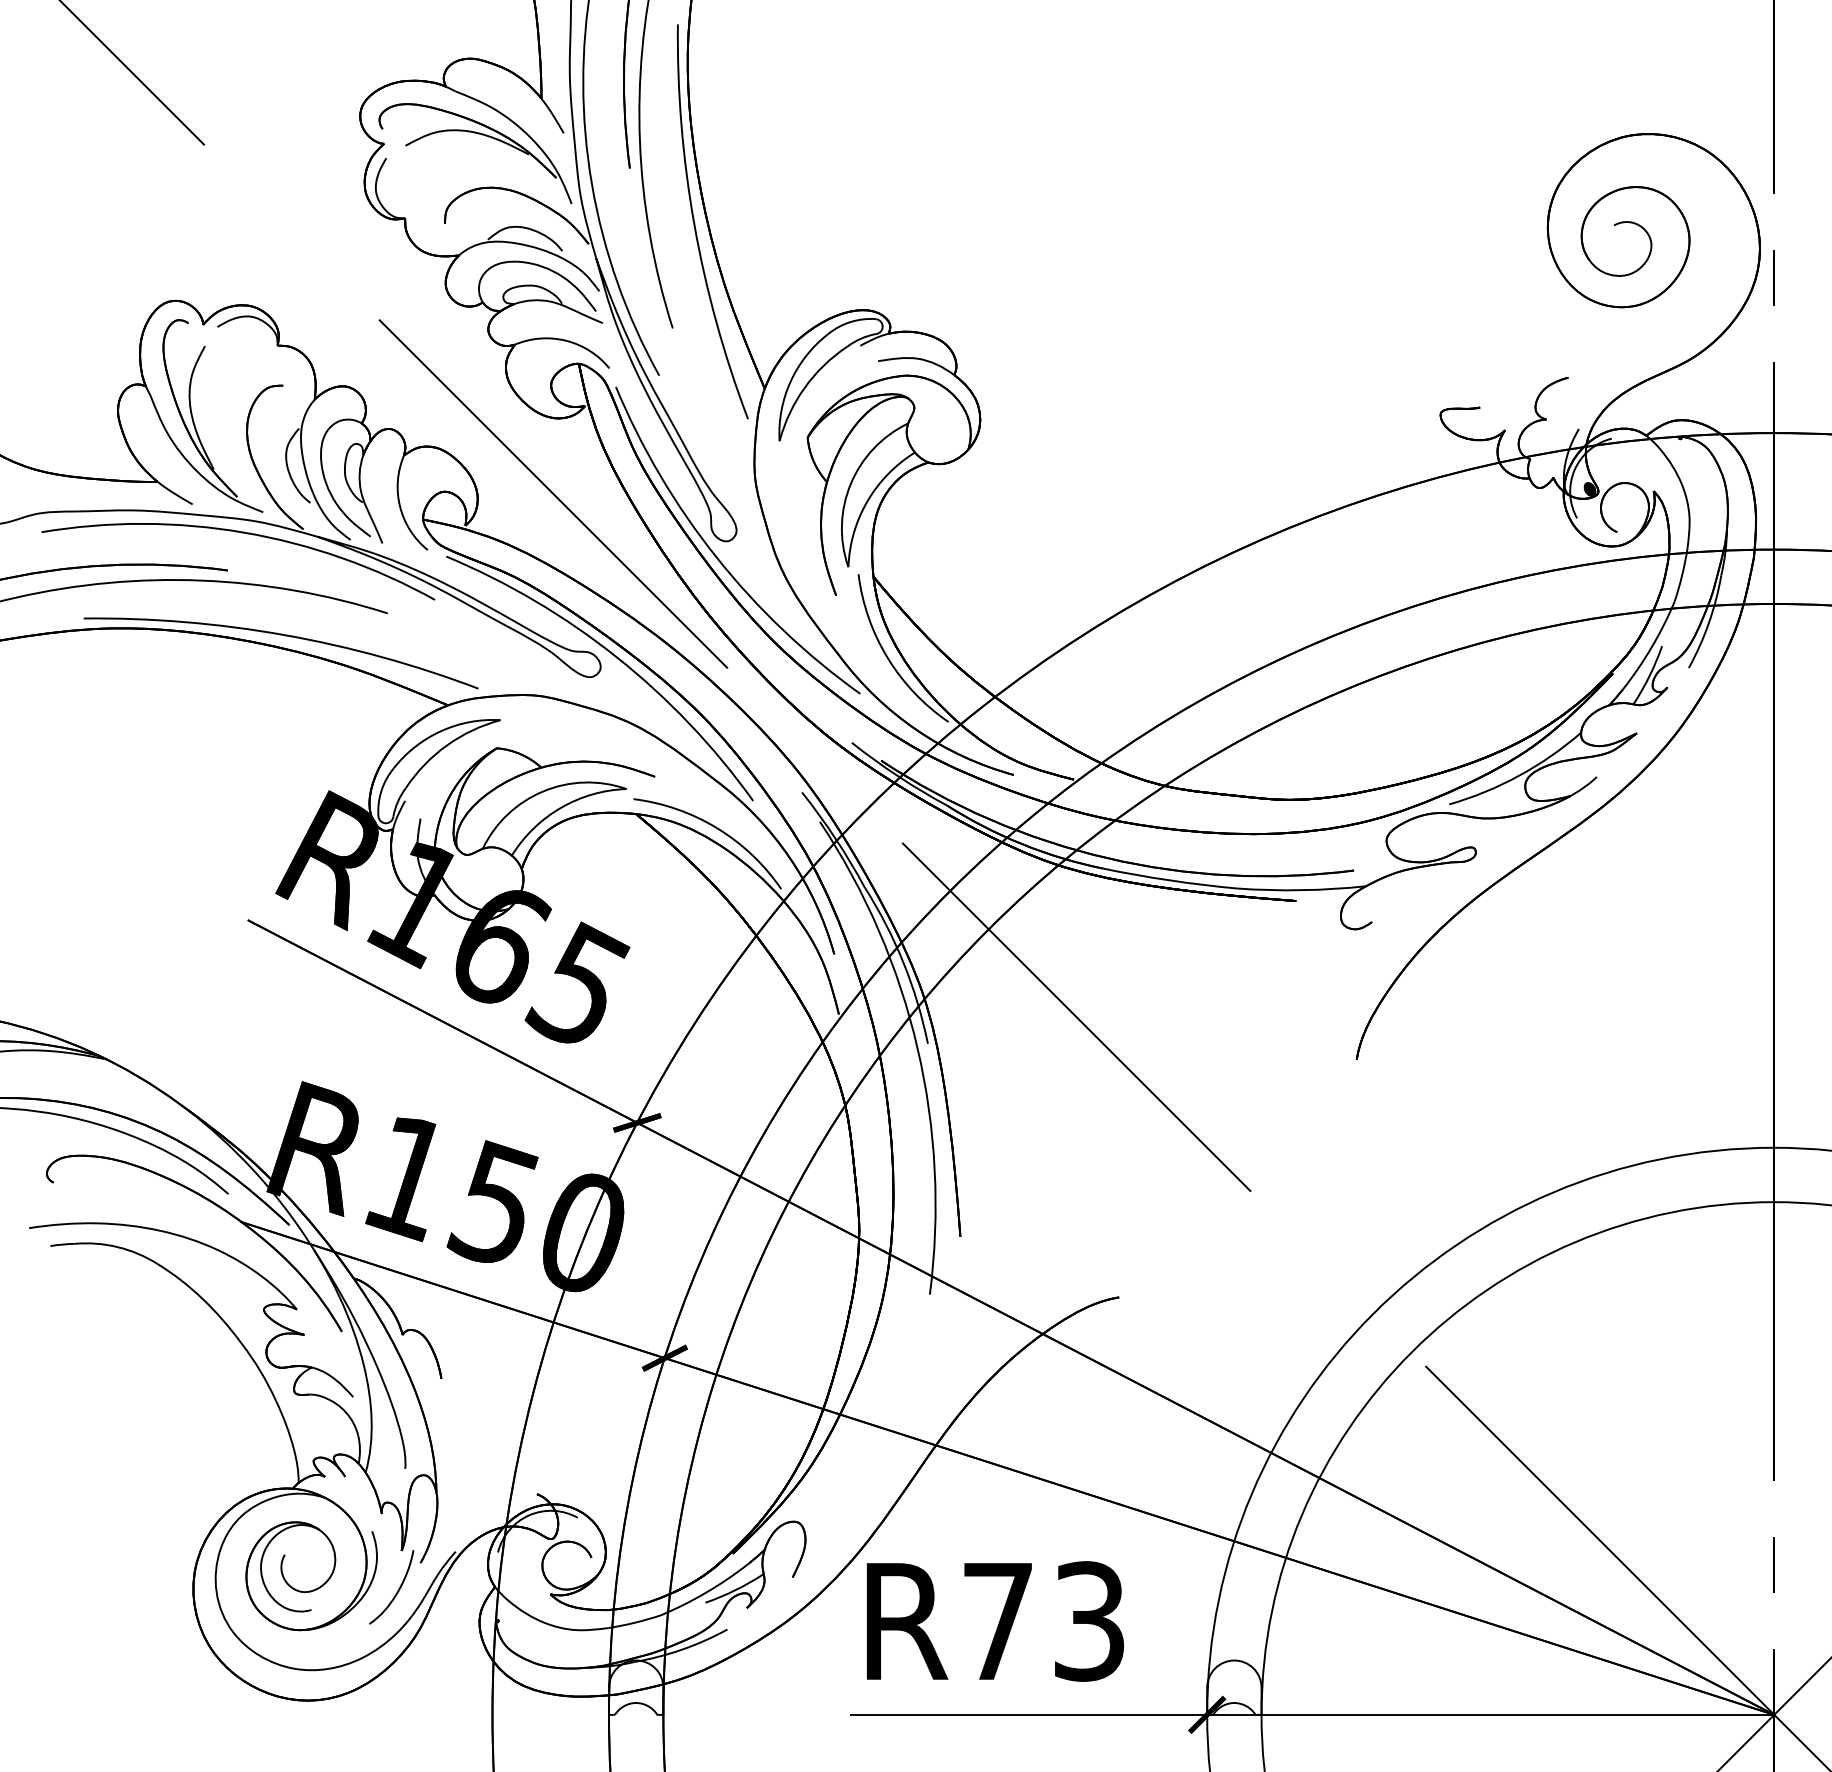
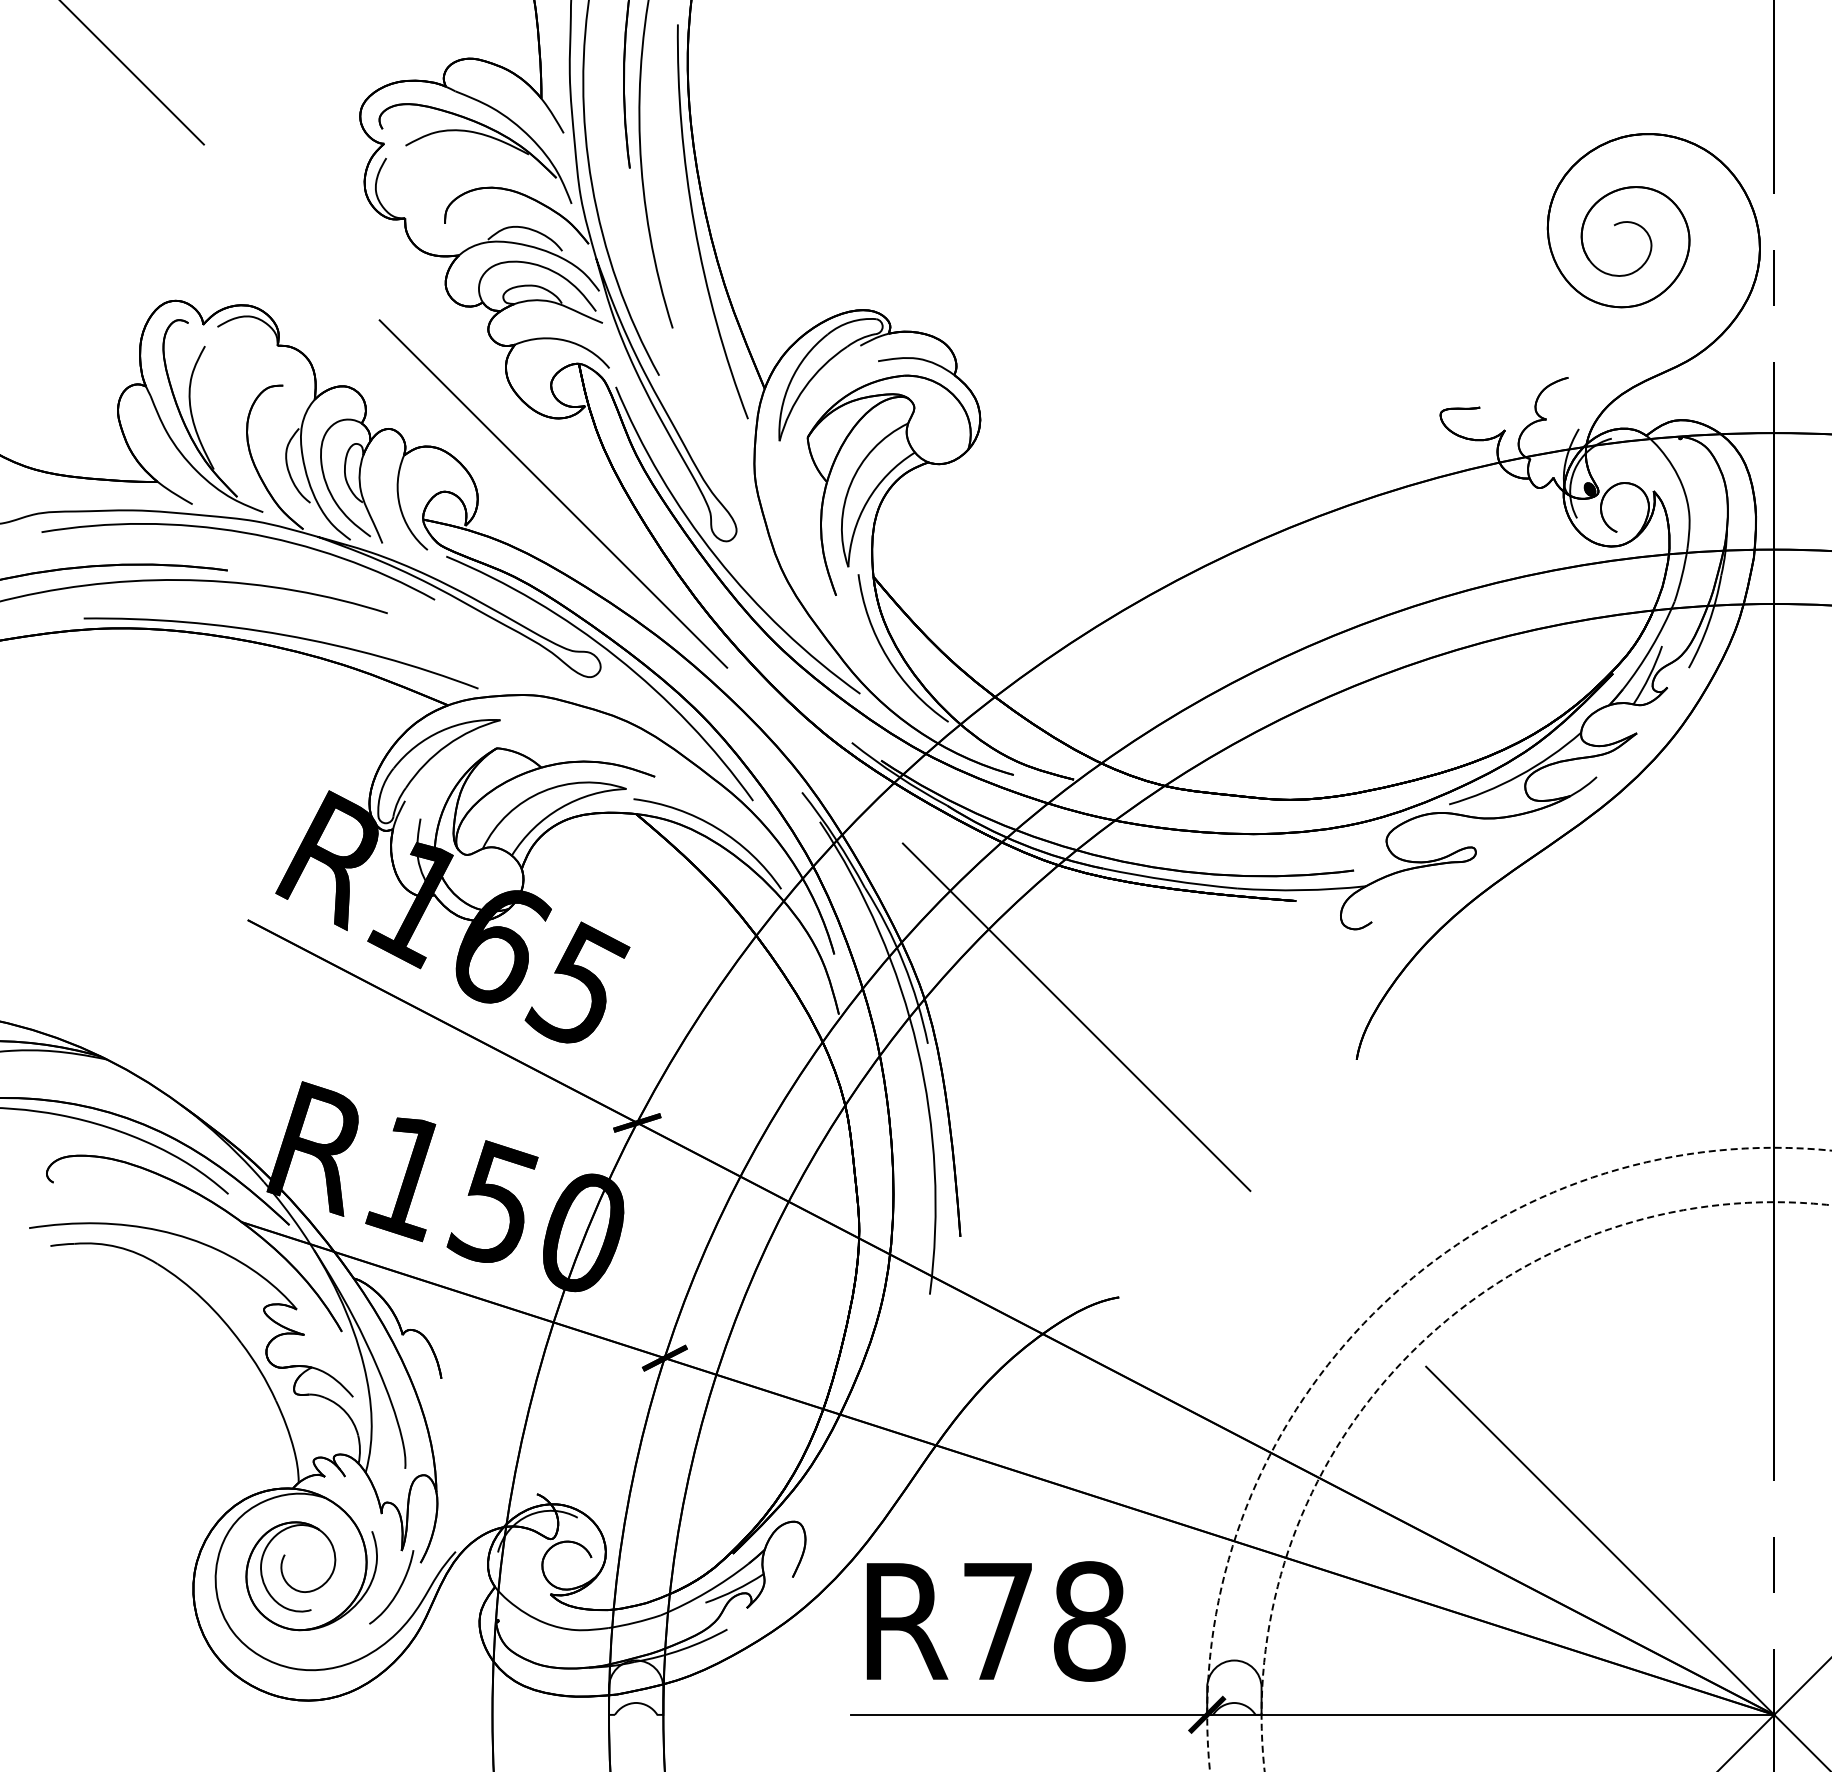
circle at (1519, 1459): solid -> dashed
circle at (1546, 1486): solid -> dashed
text at (1089, 1621): R73 -> R78
